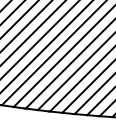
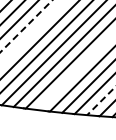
line at (26, 26): solid -> dashed
line at (33, 33): present -> none
line at (74, 72): present -> none
line at (101, 101): solid -> dashed
